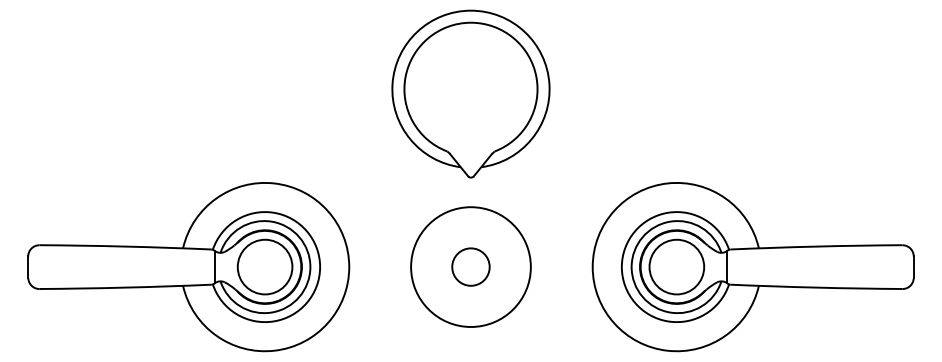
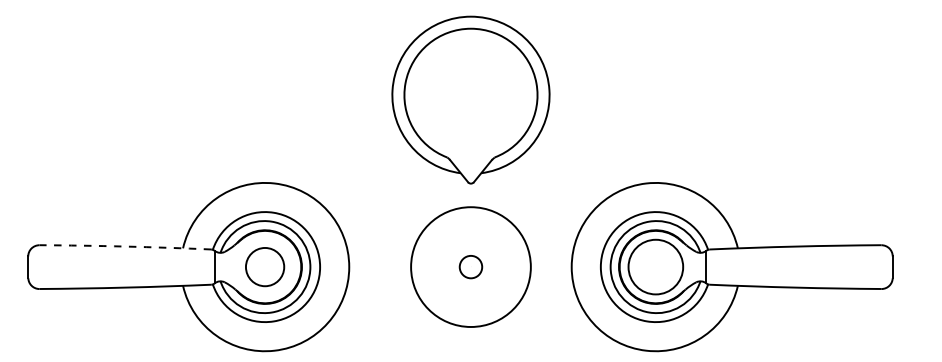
part at (470, 93) position: (470, 93) -> (470, 99)
arc at (125, 246): solid -> dashed
circle at (264, 266) diameter: 55 px -> 38 px
circle at (470, 266) diameter: 37 px -> 22 px
part at (752, 267) position: (752, 267) -> (731, 267)
